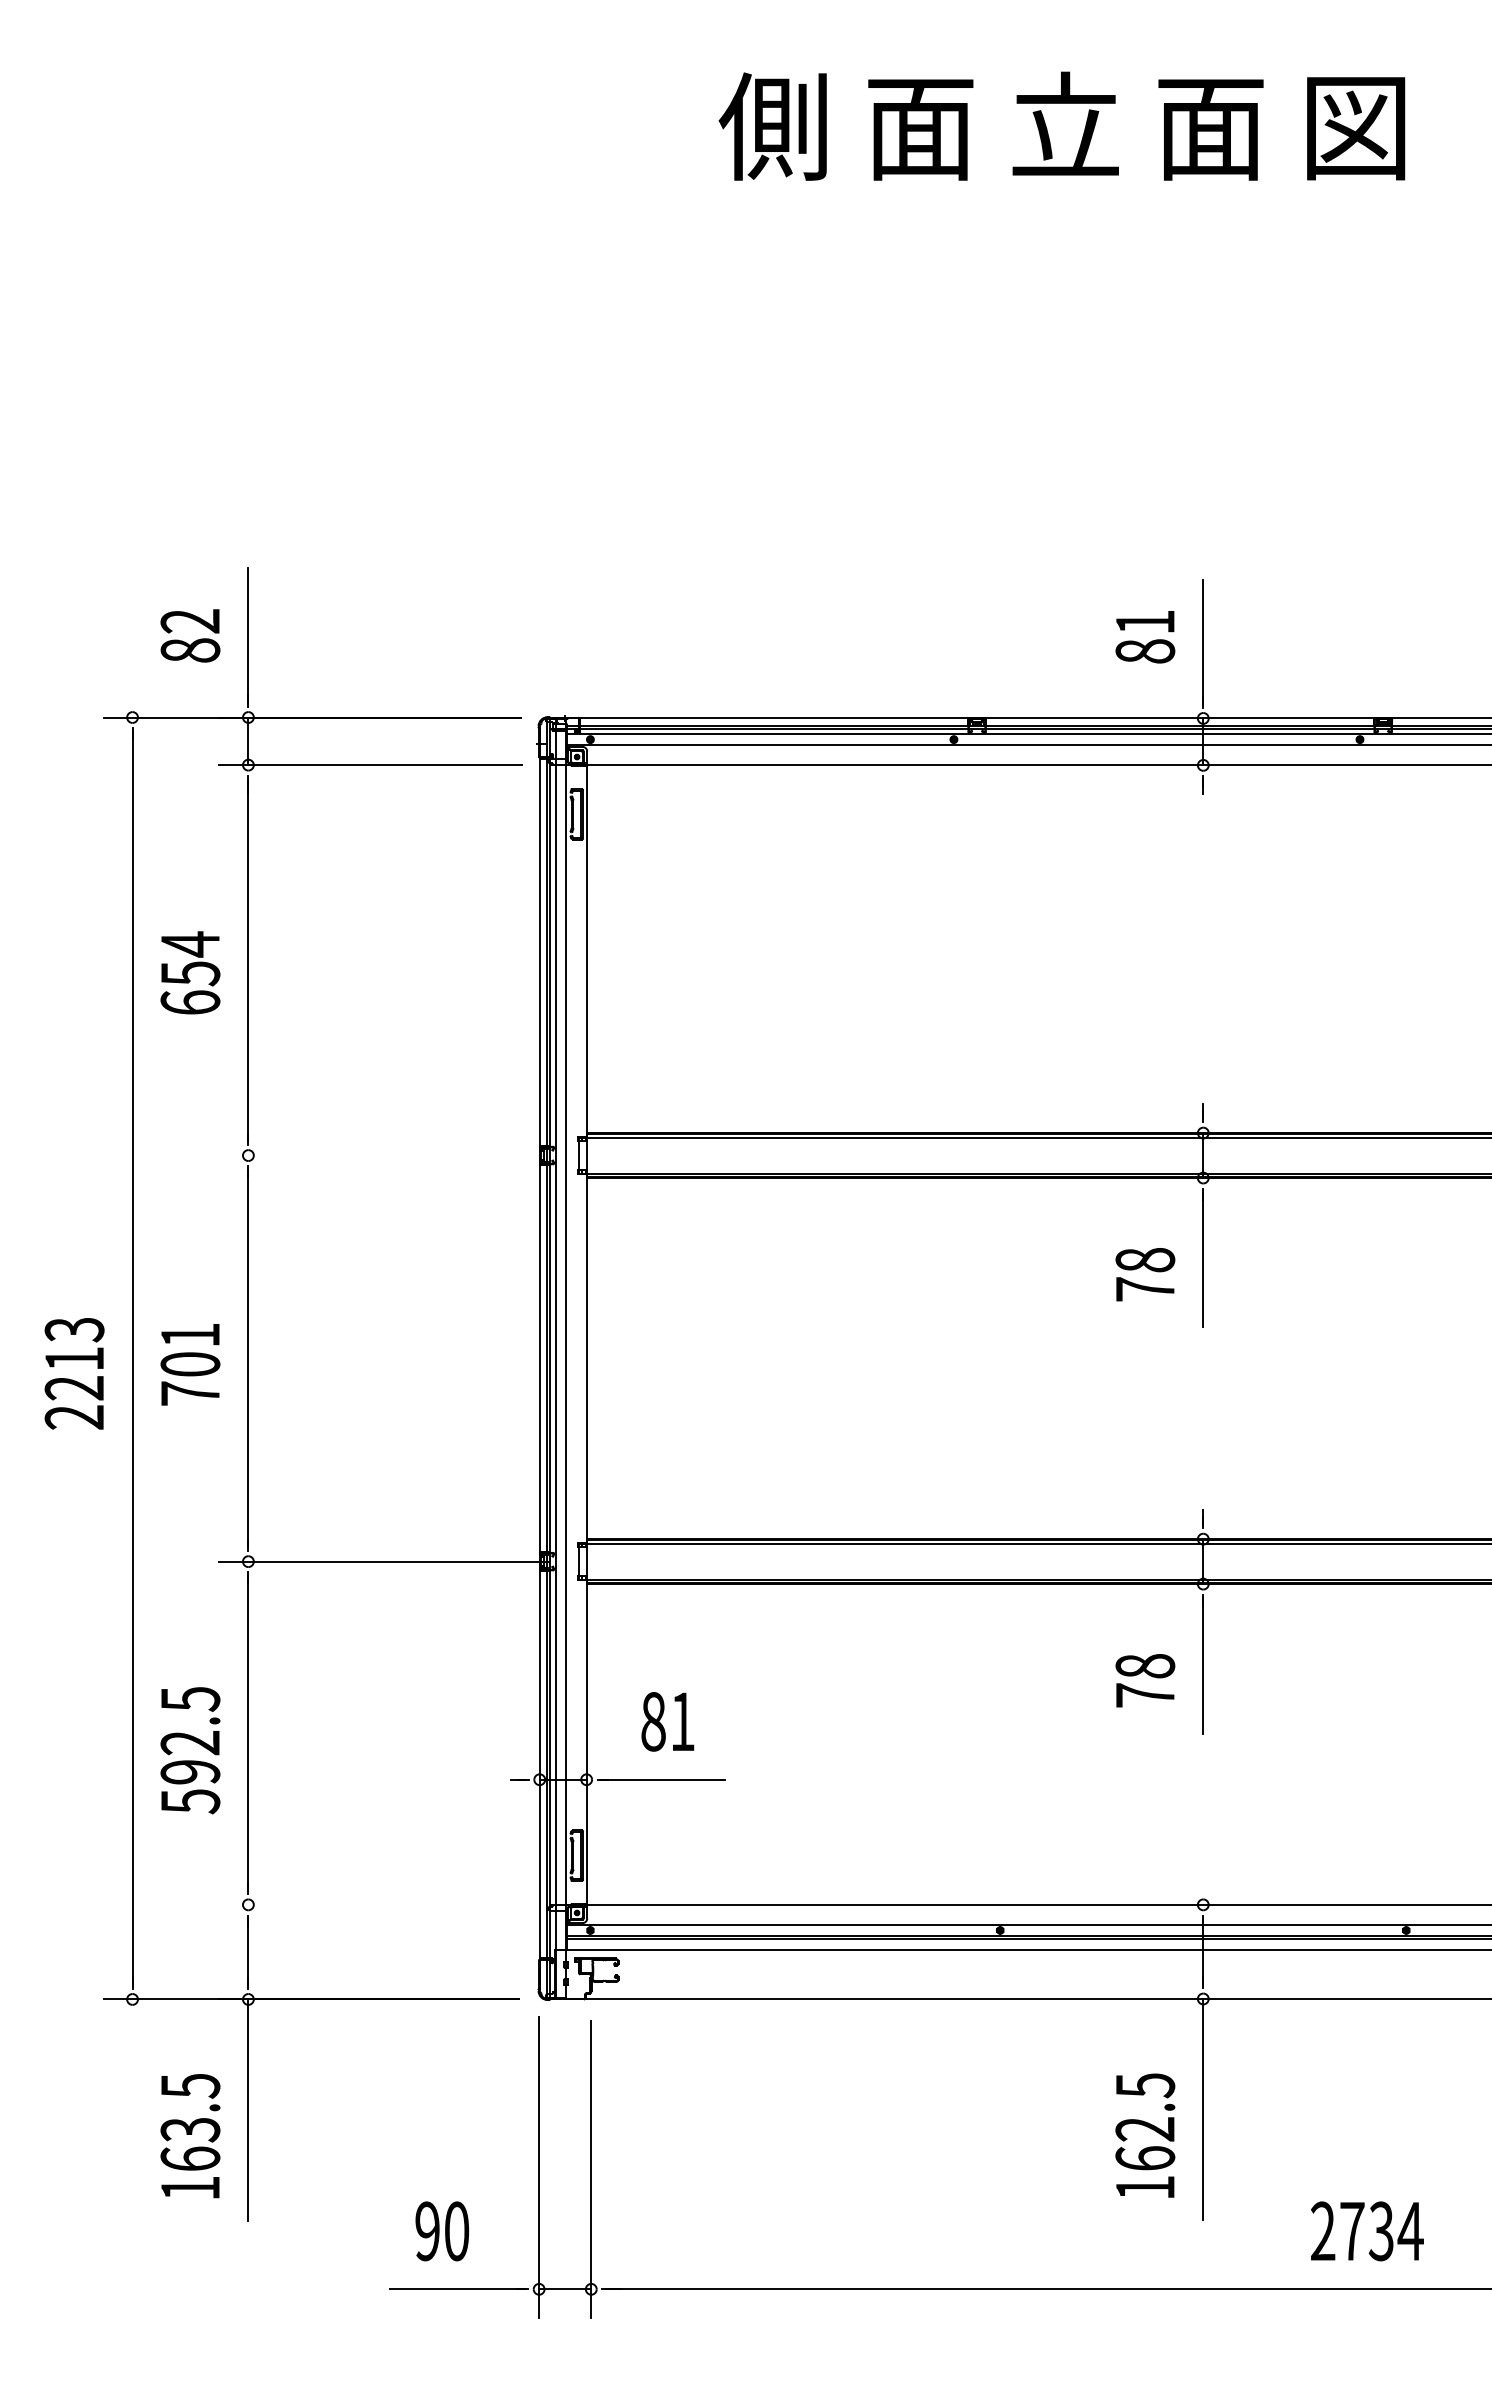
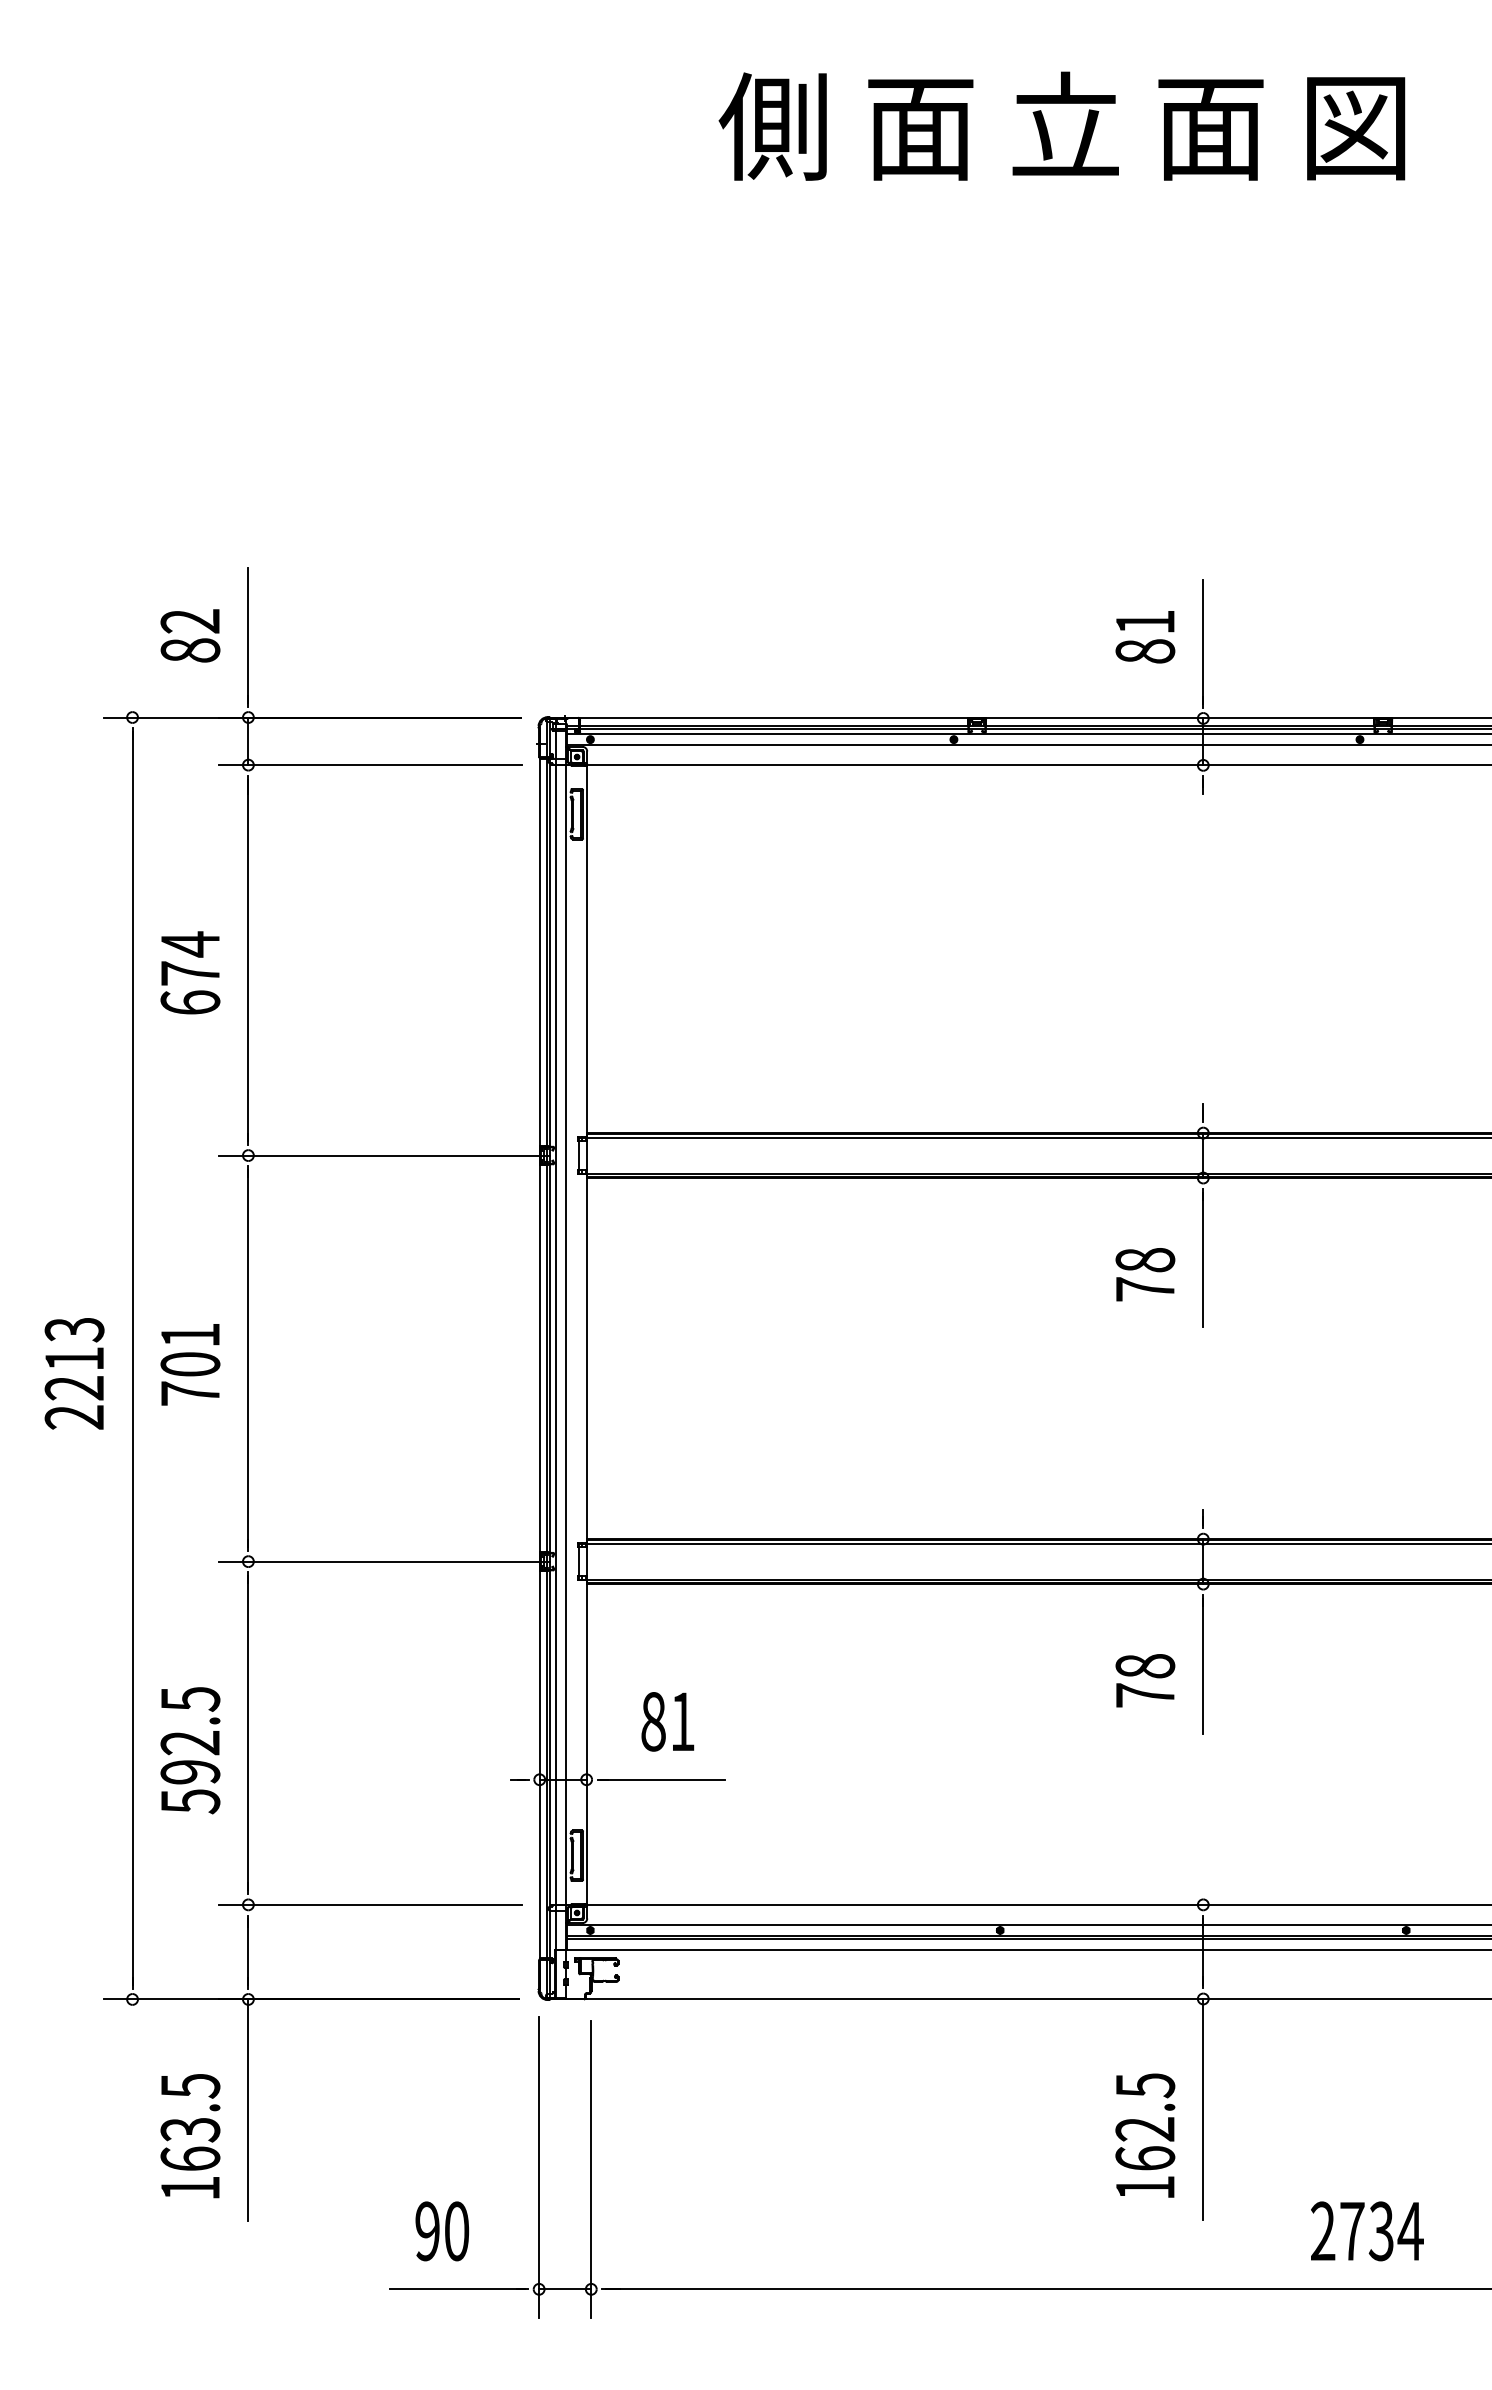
text at (190, 973): 654 -> 674
line at (384, 1155): none -> present
line at (370, 1904): none -> present
